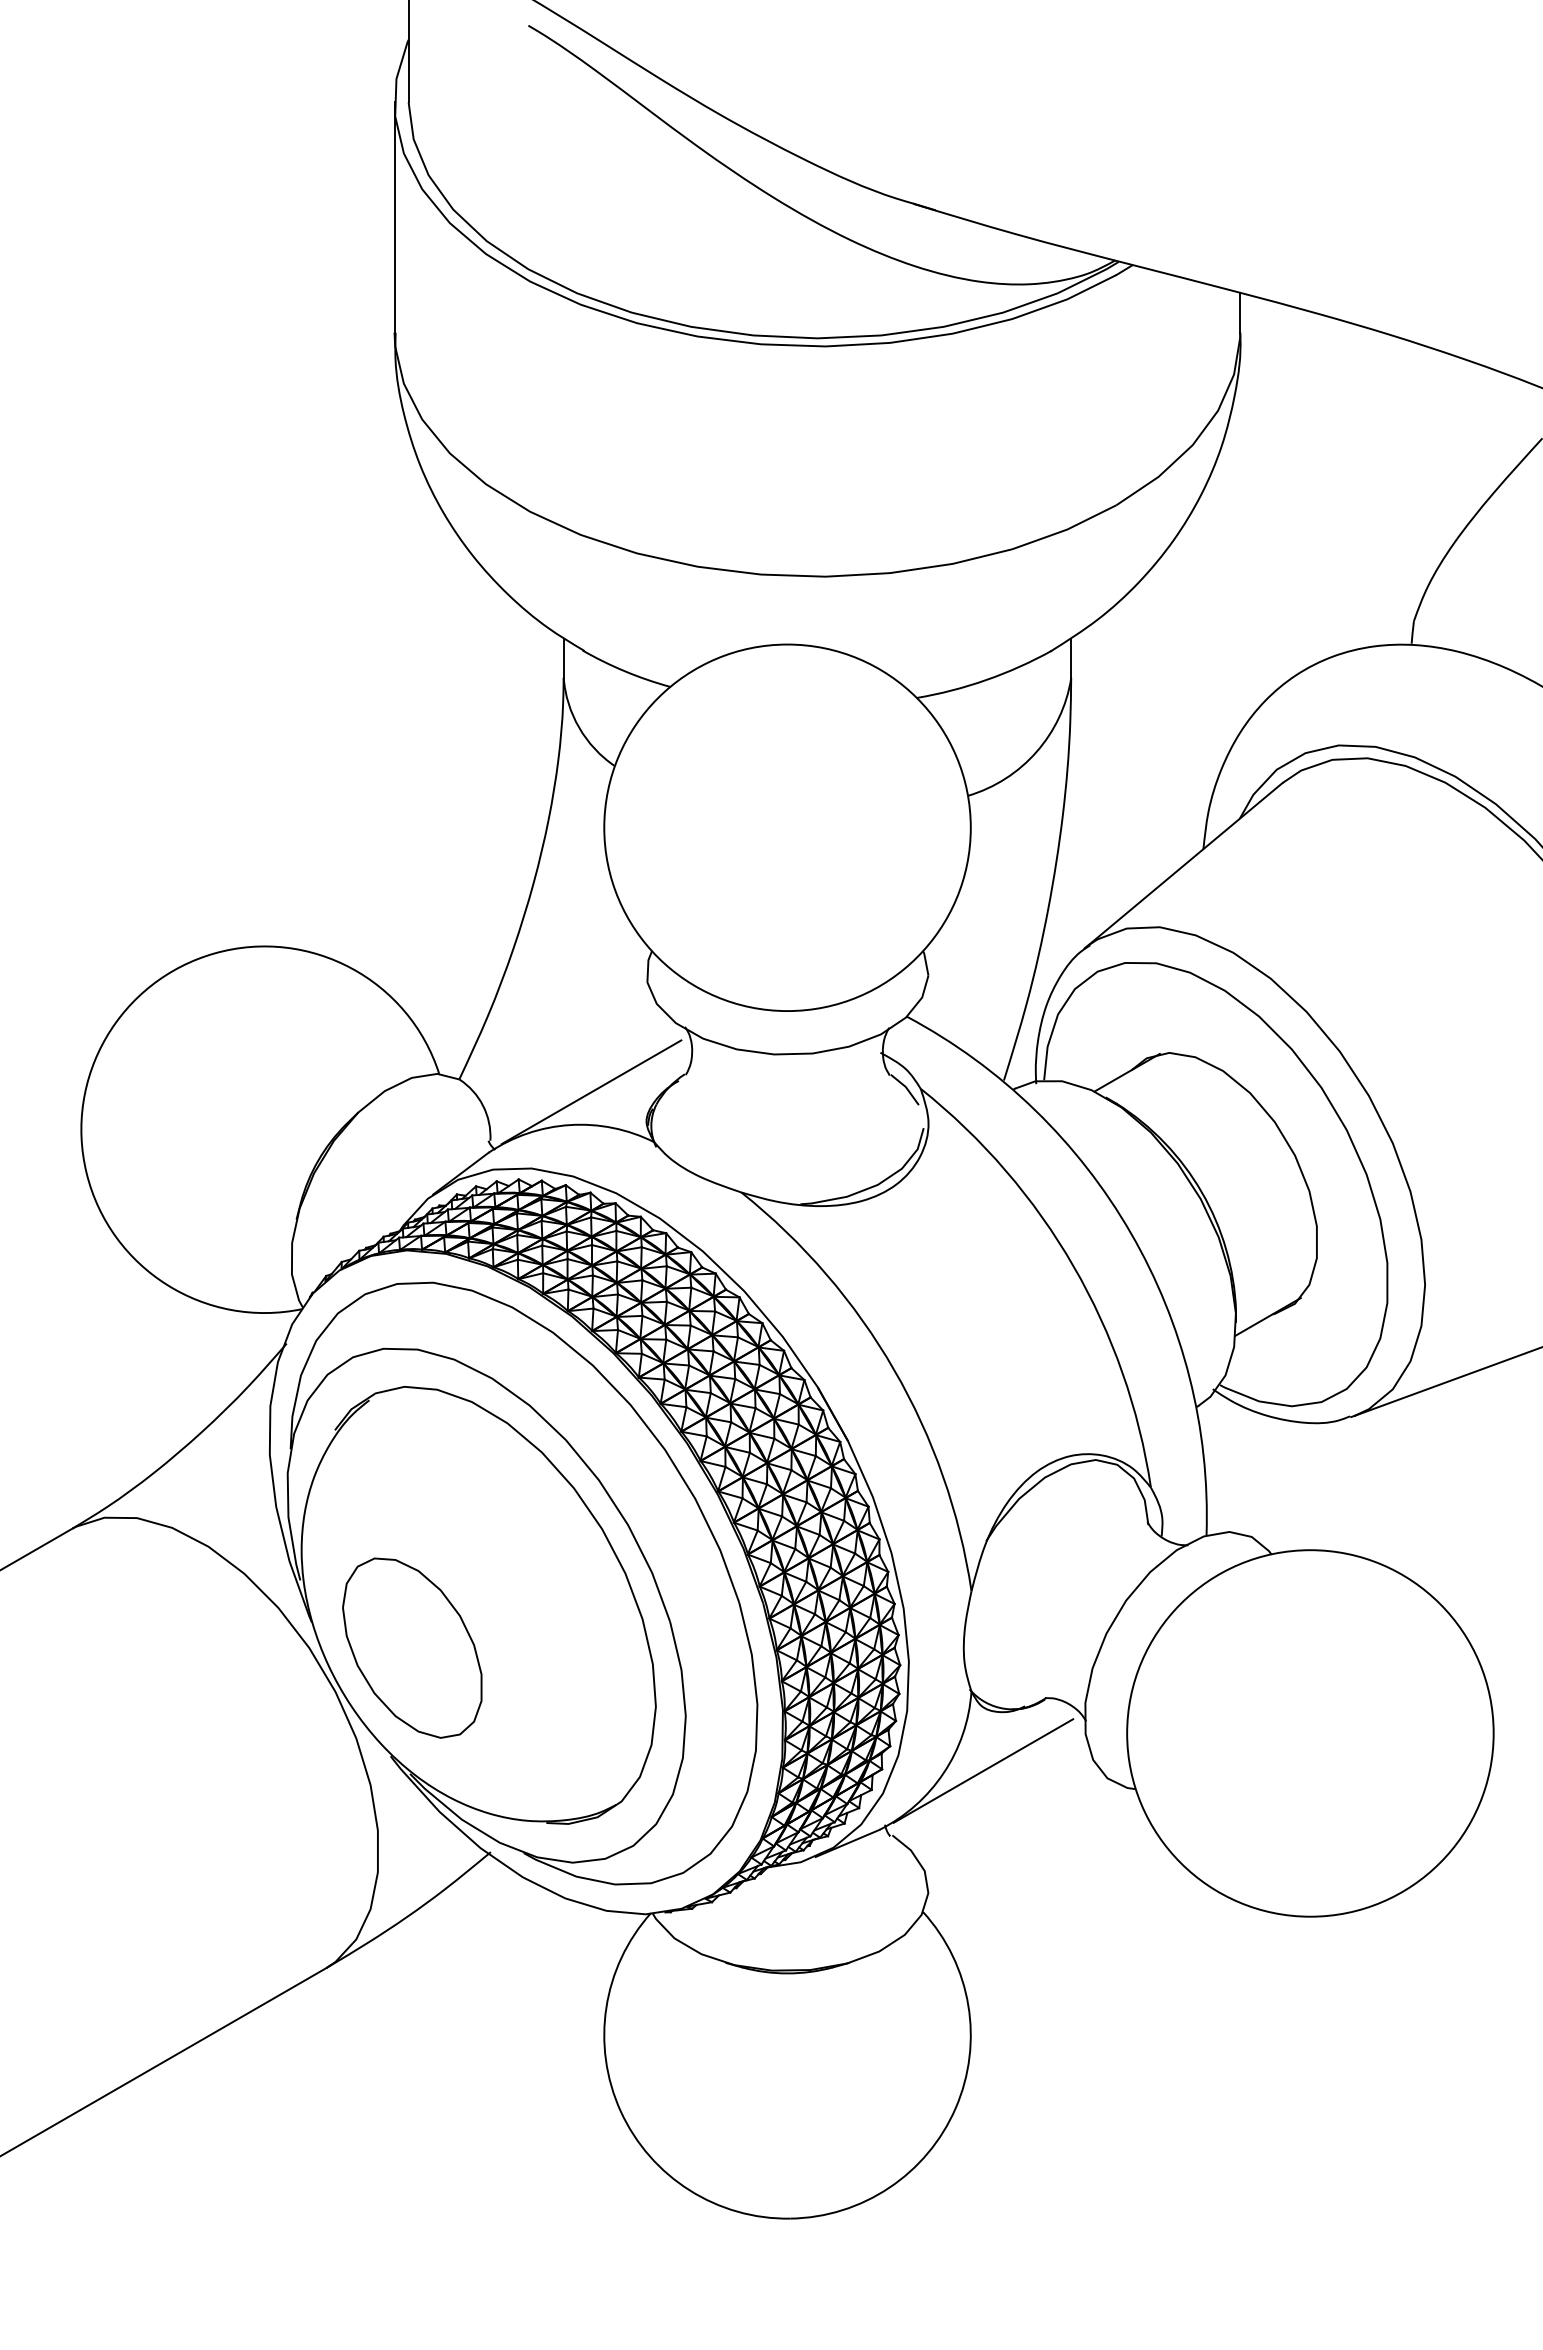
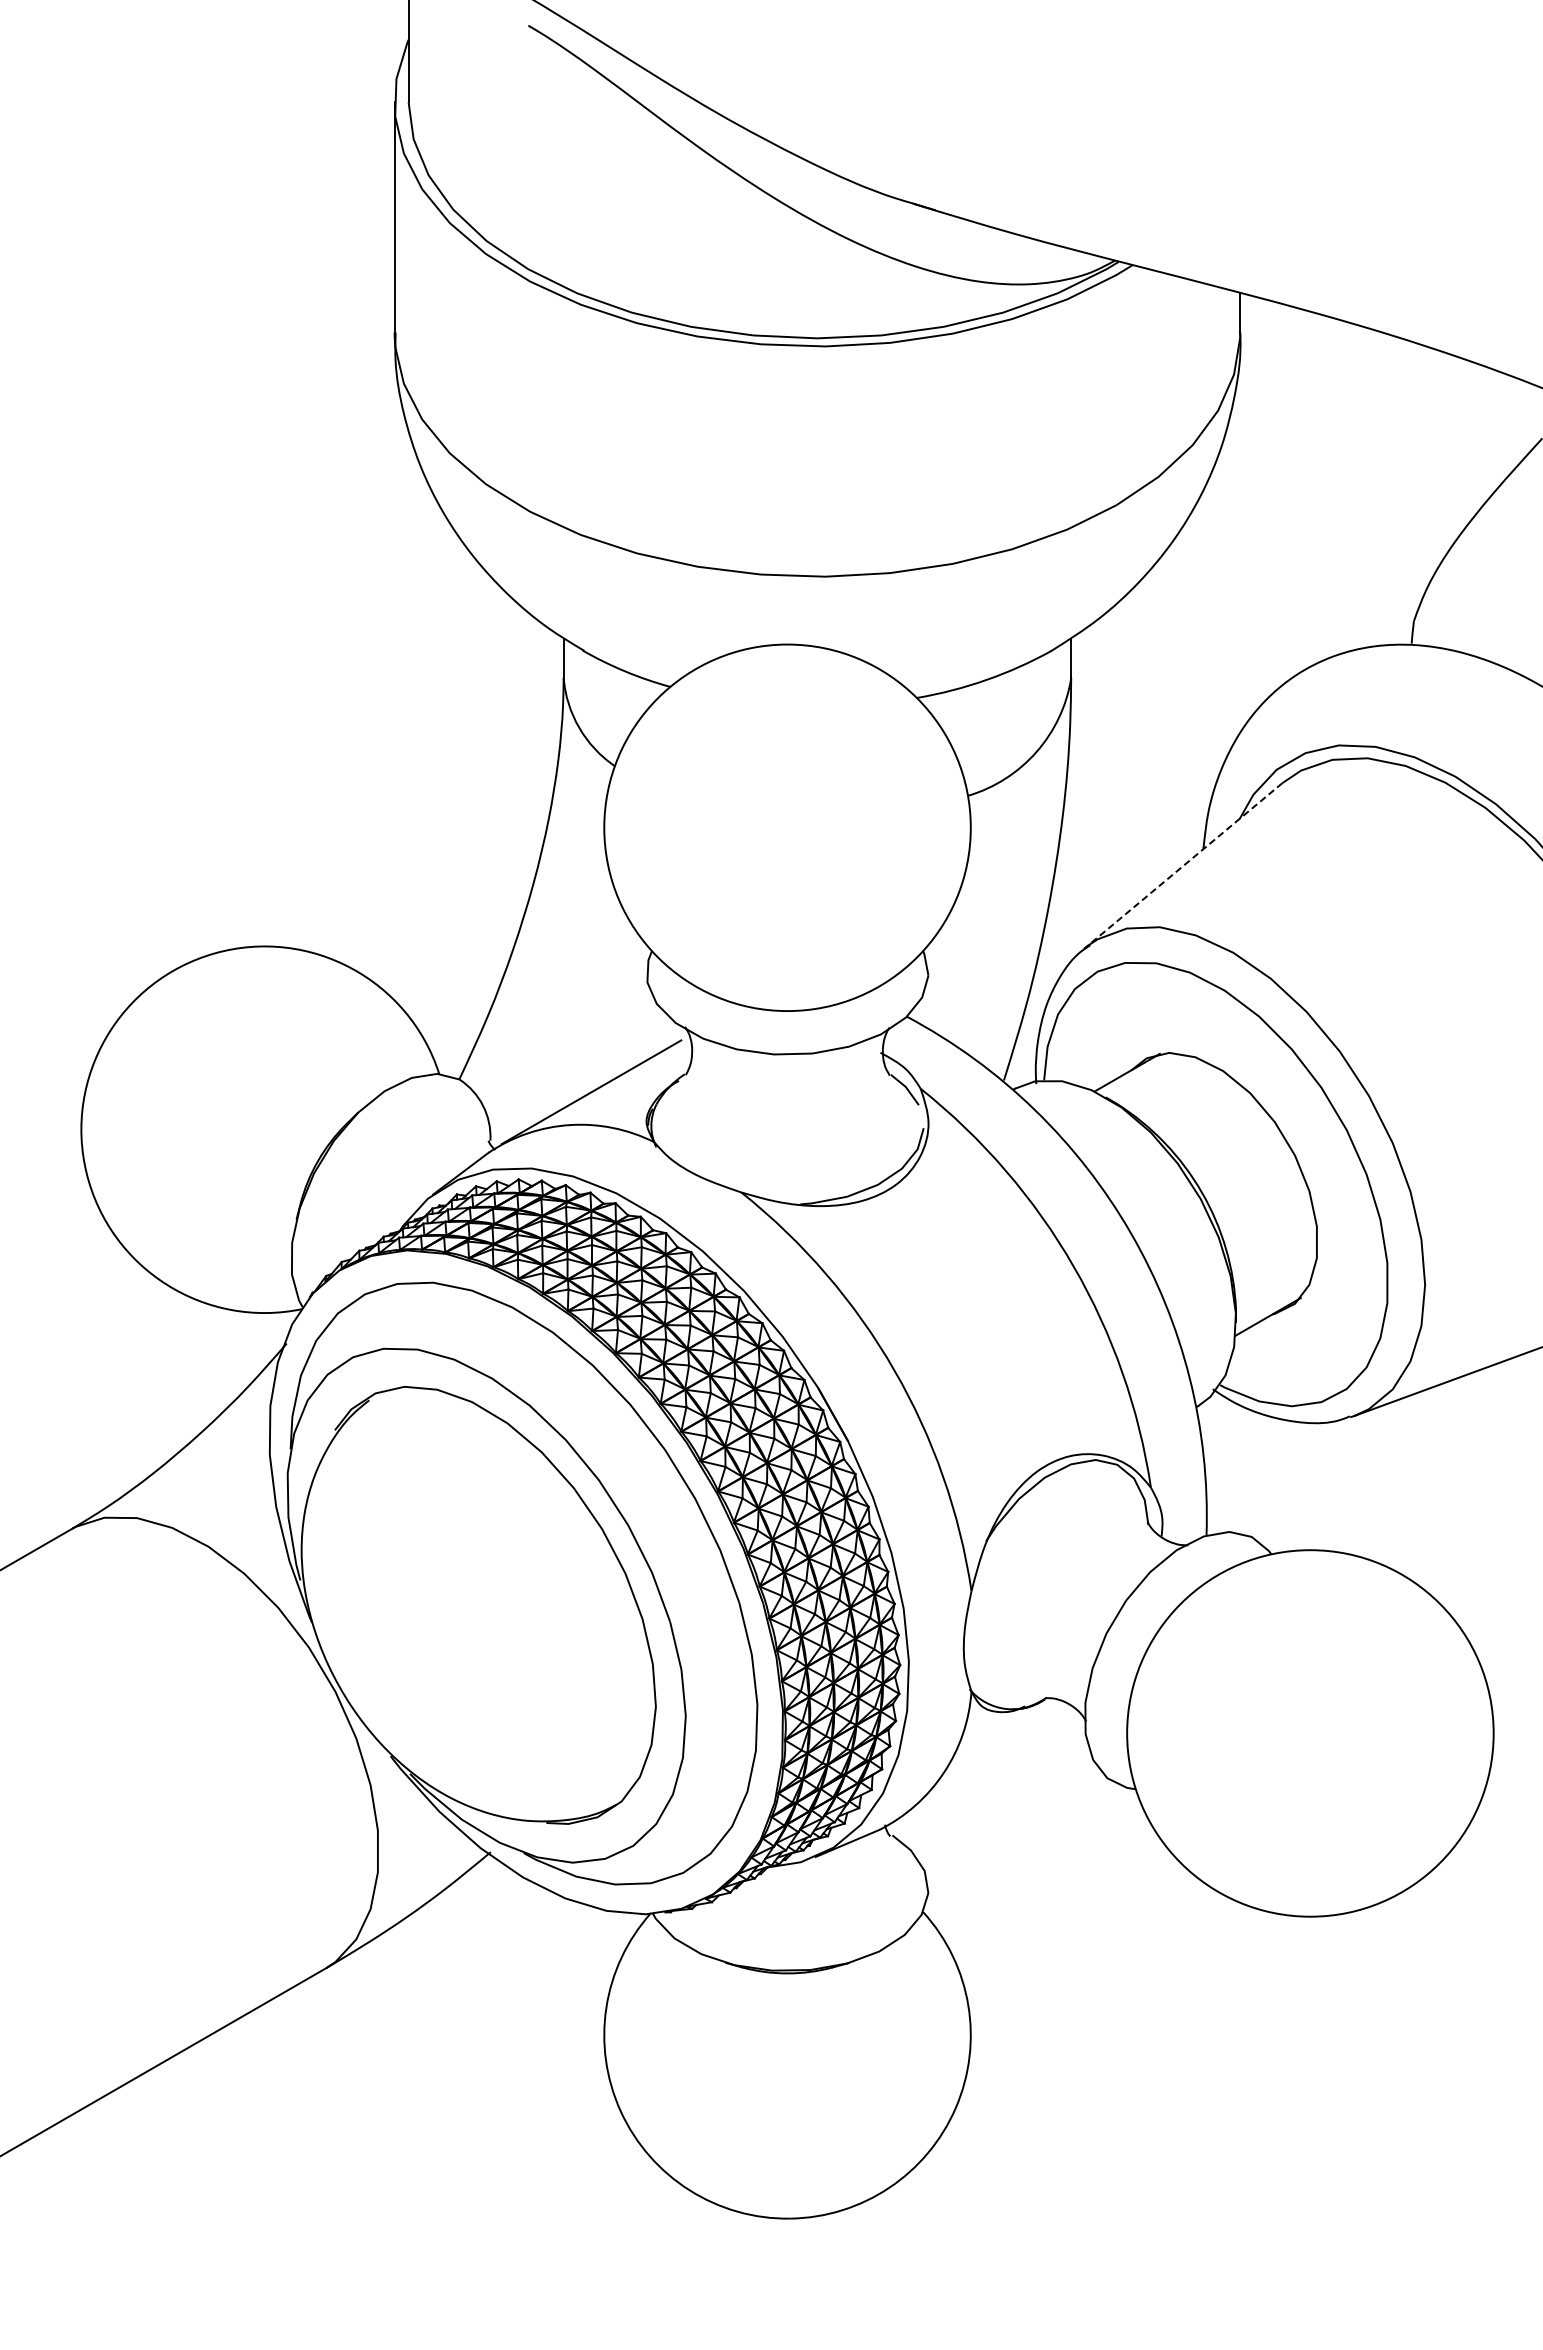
line at (1183, 865): solid -> dashed
part at (412, 1647): present -> none
line at (983, 1770): present -> none
